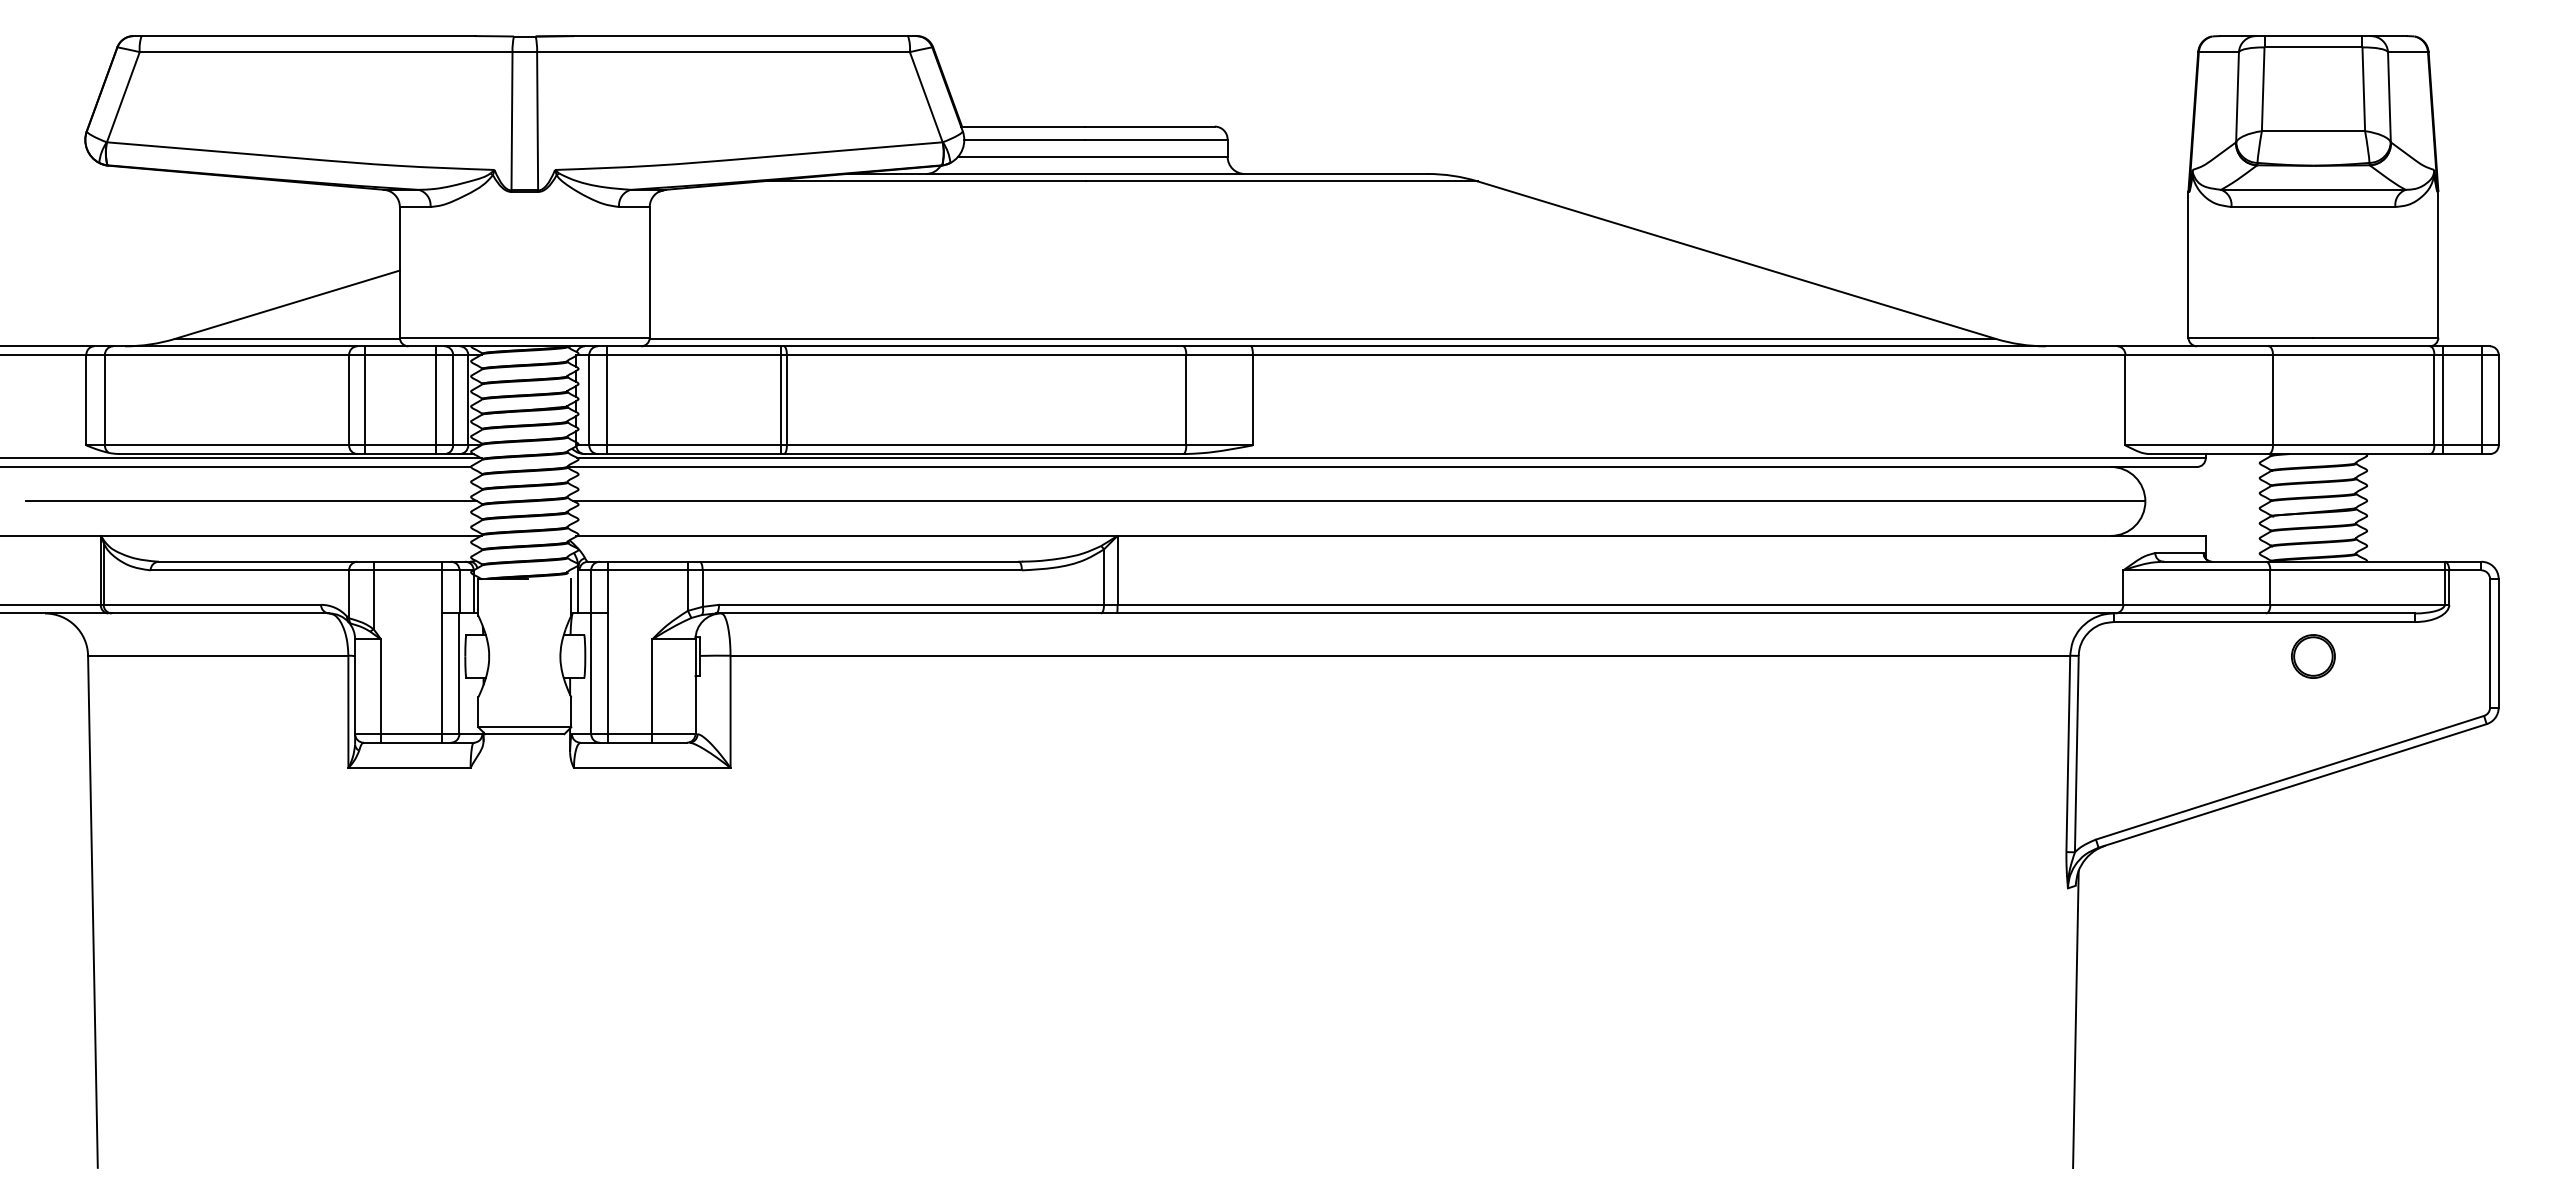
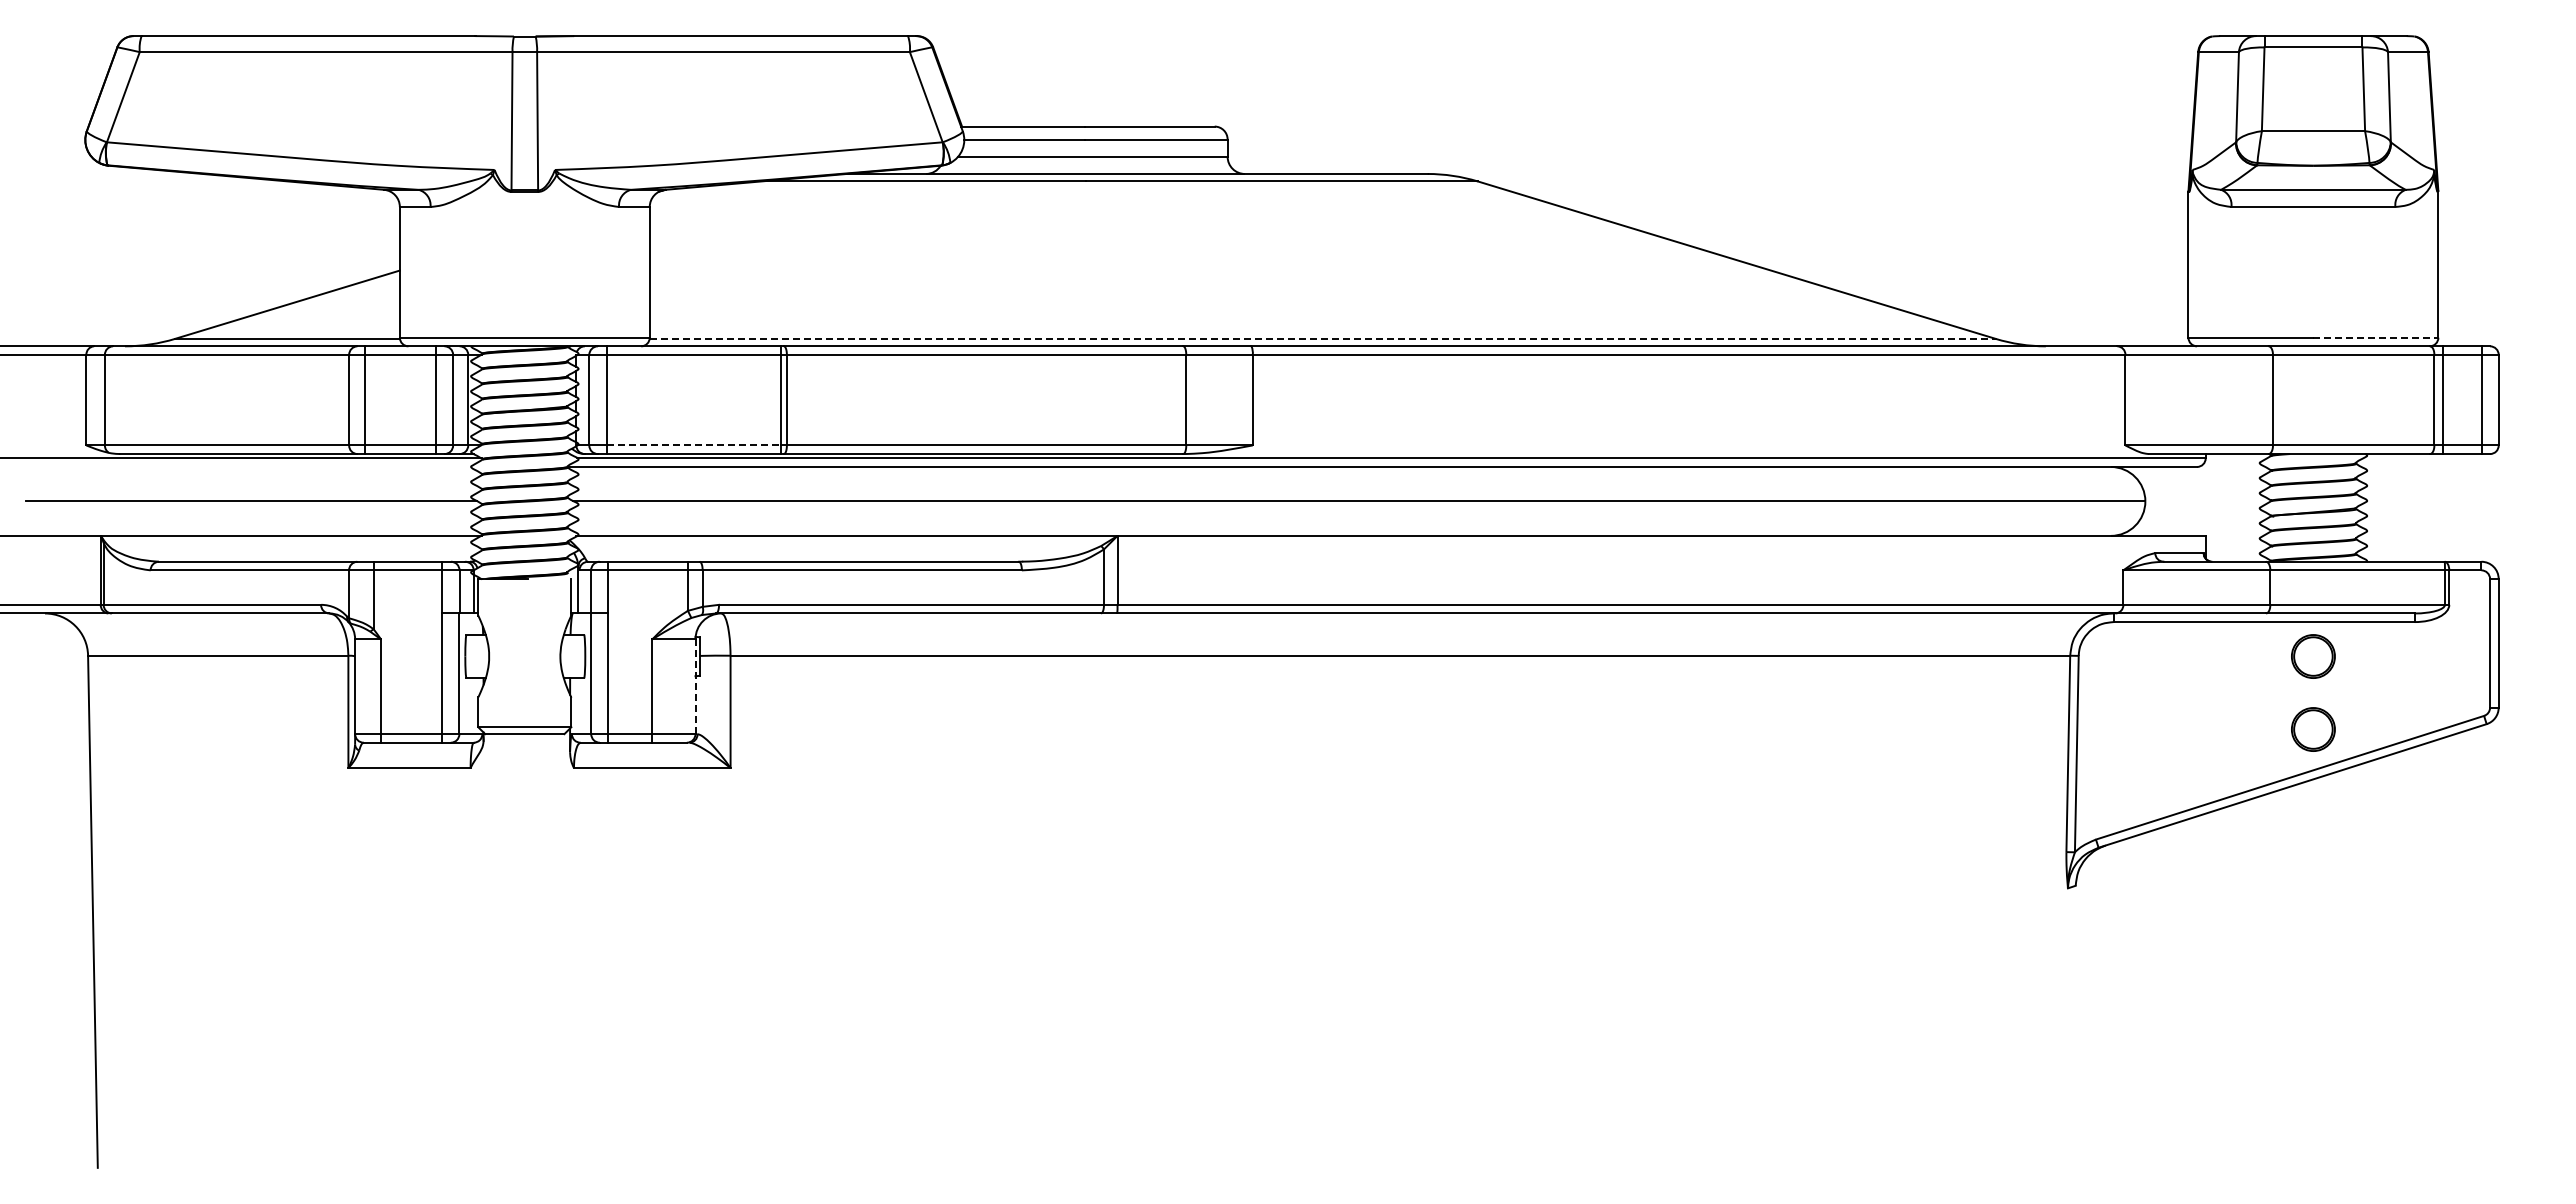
line at (2376, 337): solid -> dashed
line at (1323, 338): solid -> dashed
line at (694, 445): solid -> dashed
line at (236, 466): present -> none
line at (695, 687): solid -> dashed
part at (2313, 729): none -> present
line at (2075, 1019): present -> none
